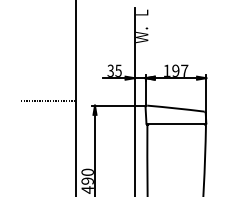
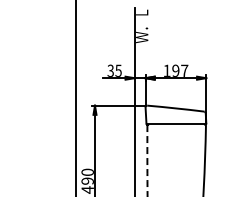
line at (48, 101): present -> none
arc at (147, 160): solid -> dashed
